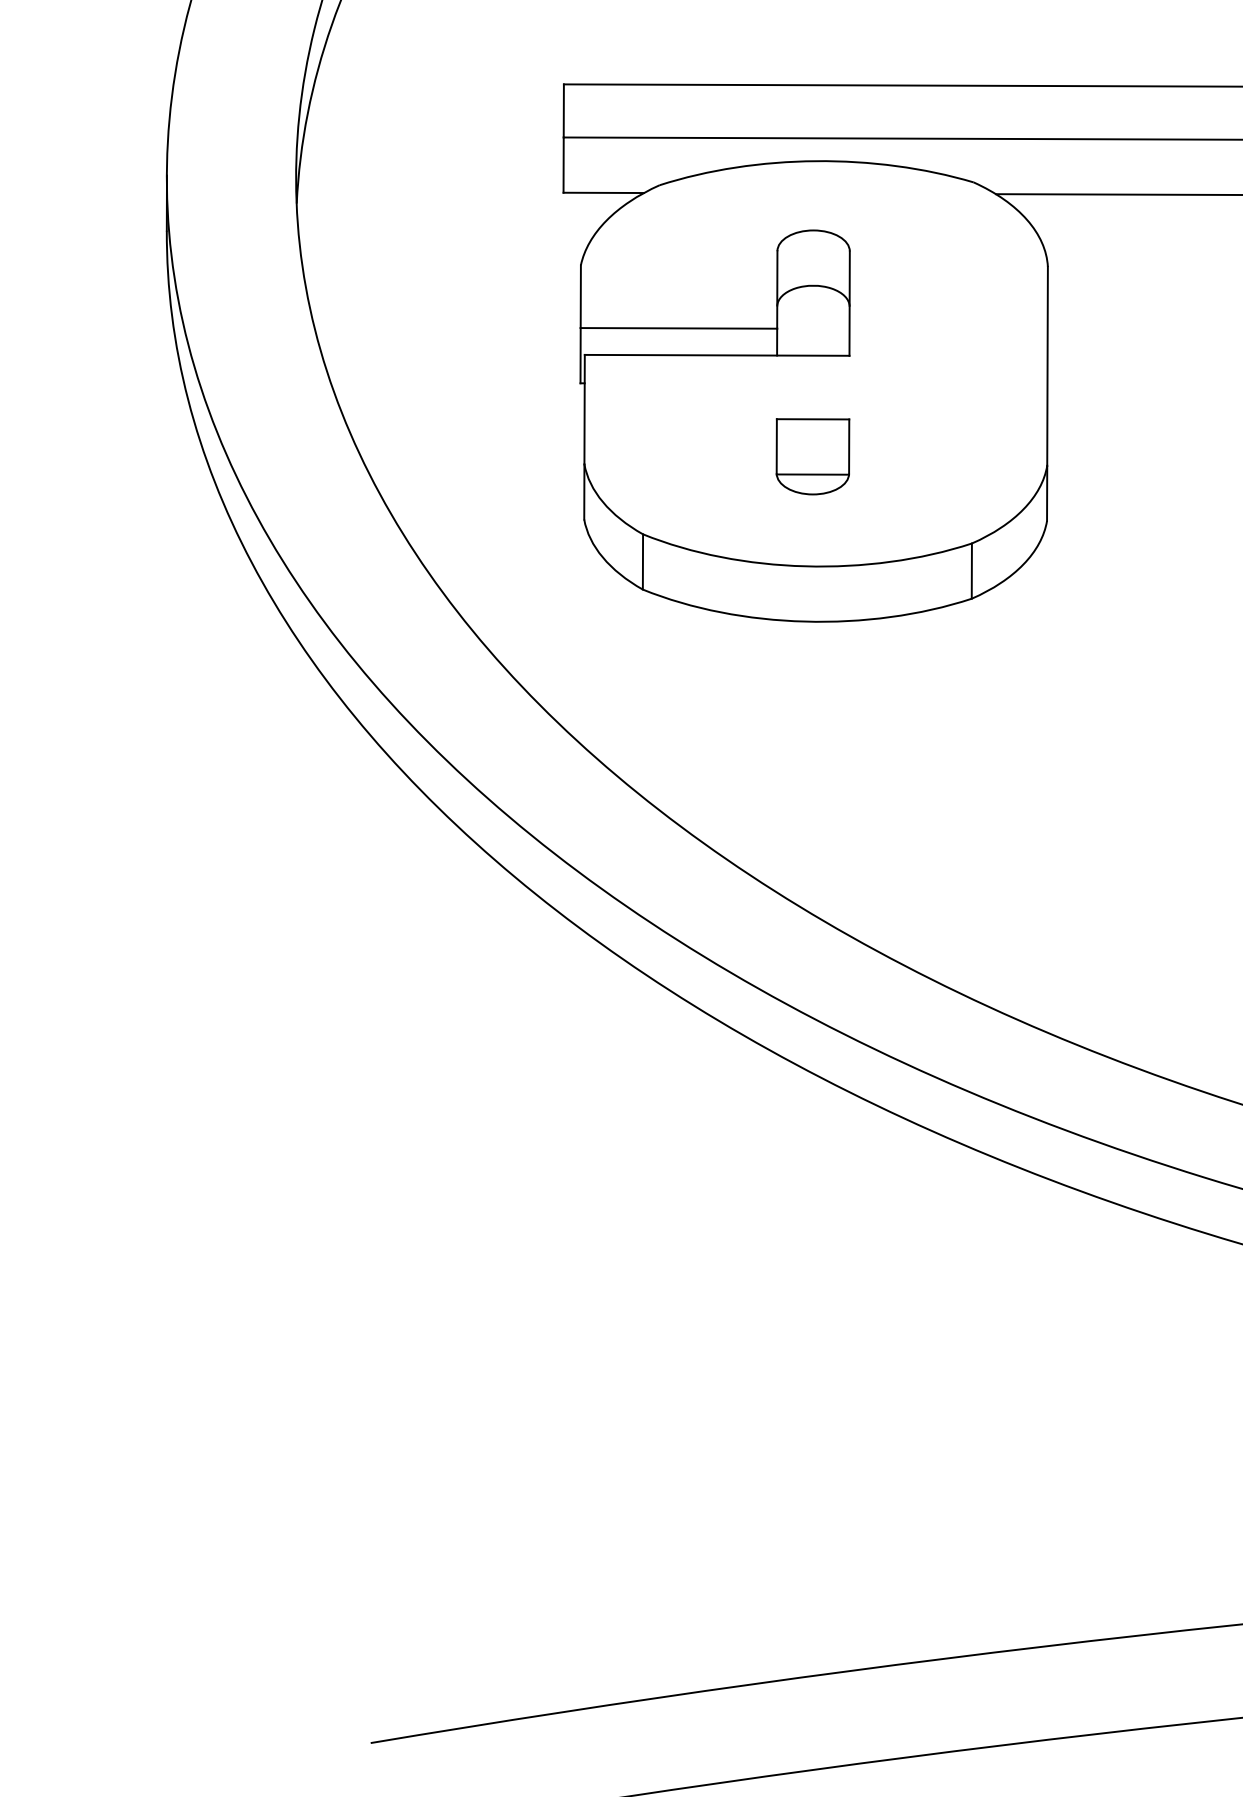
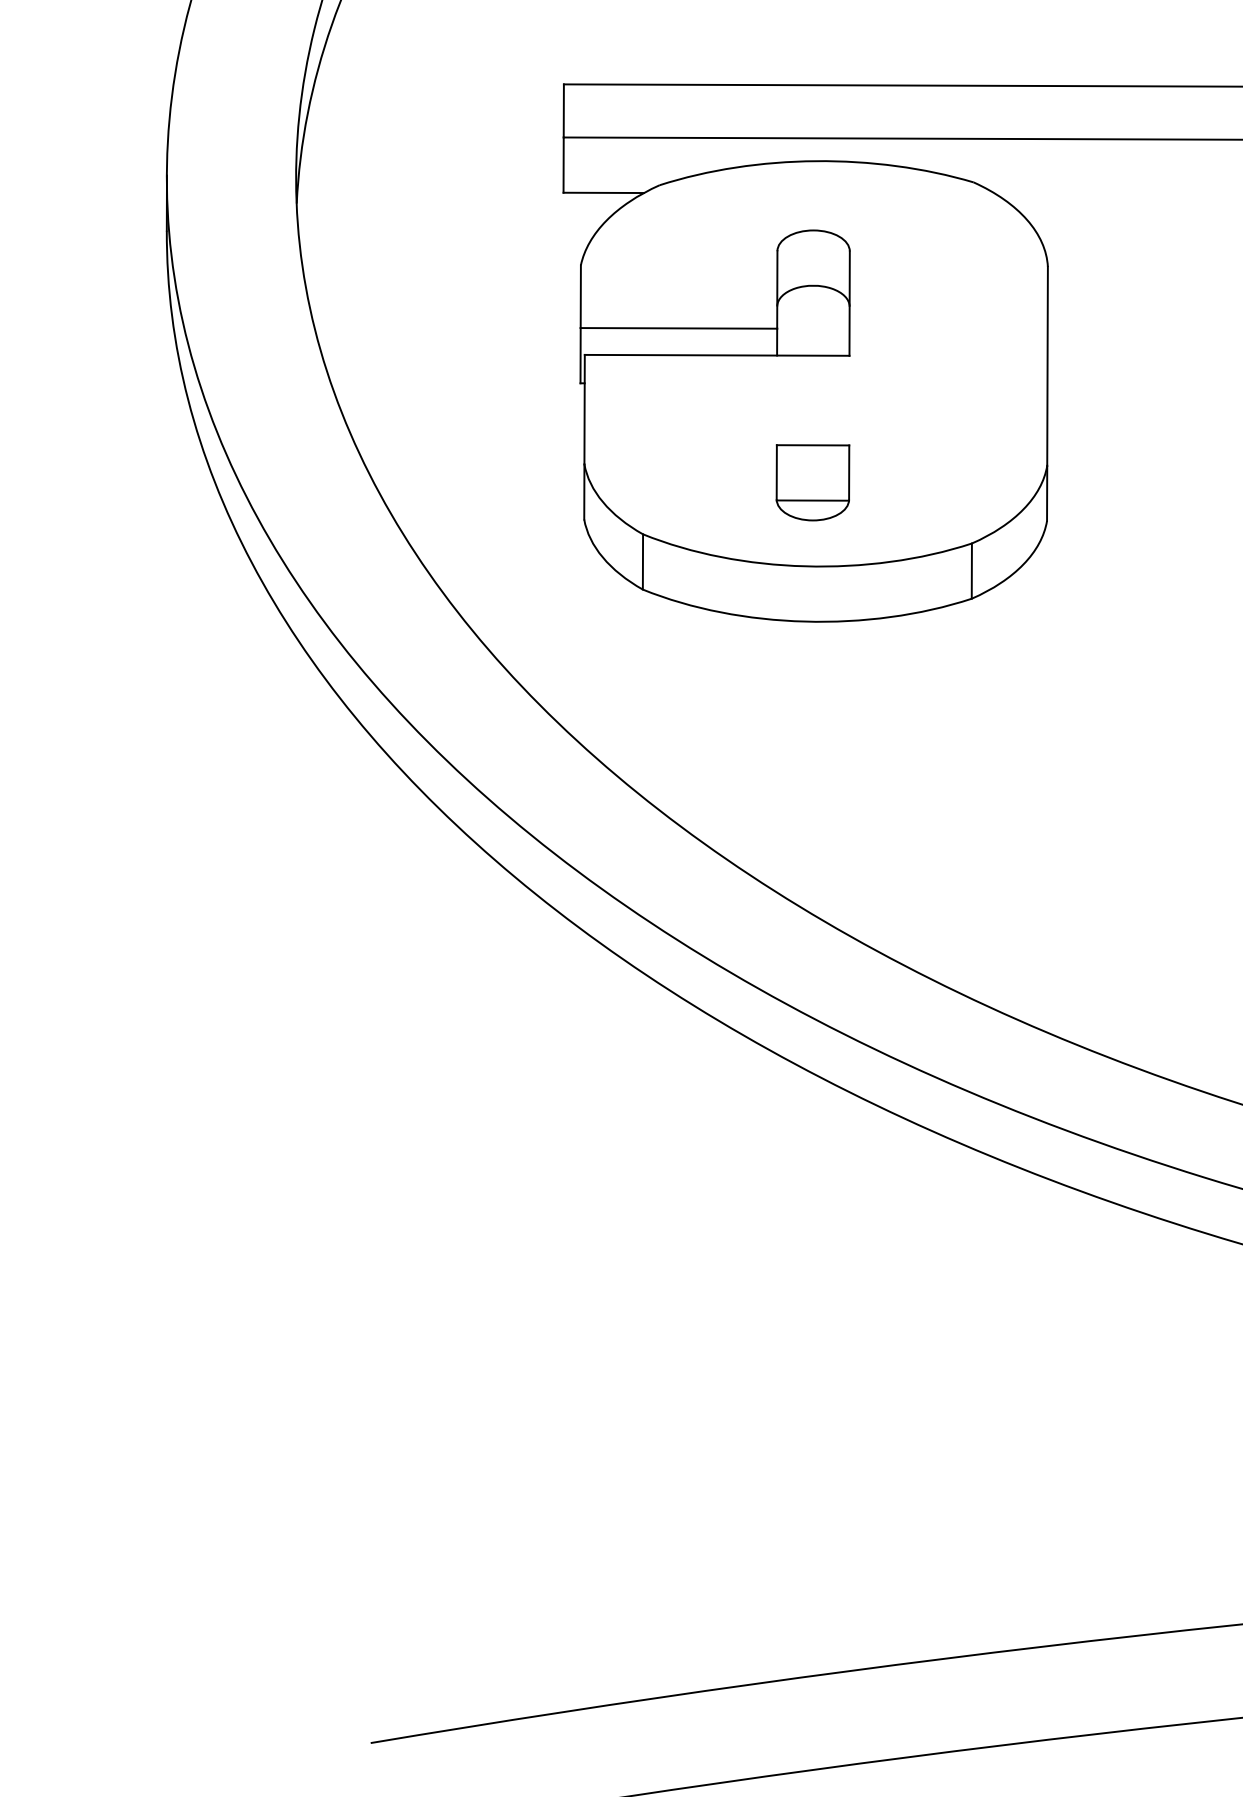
line at (1117, 194): present -> none
part at (812, 456) position: (812, 456) -> (812, 482)
